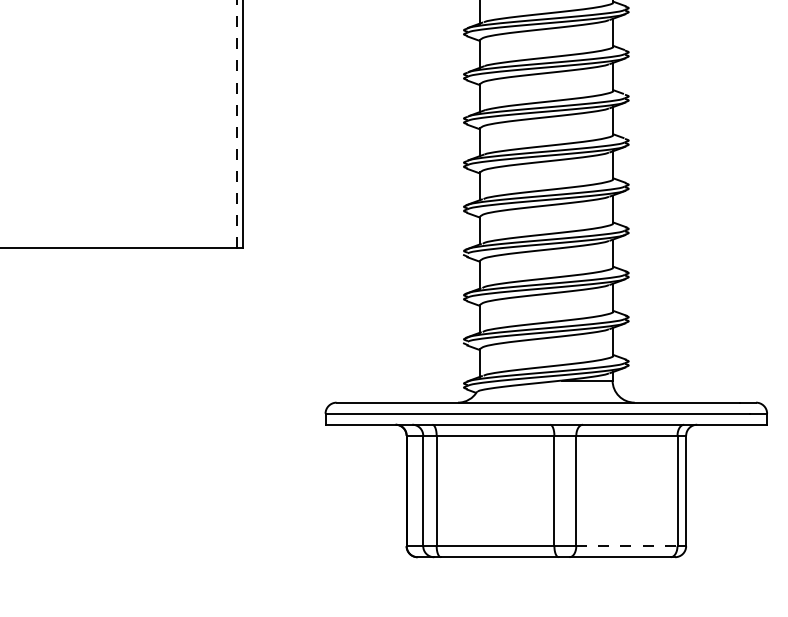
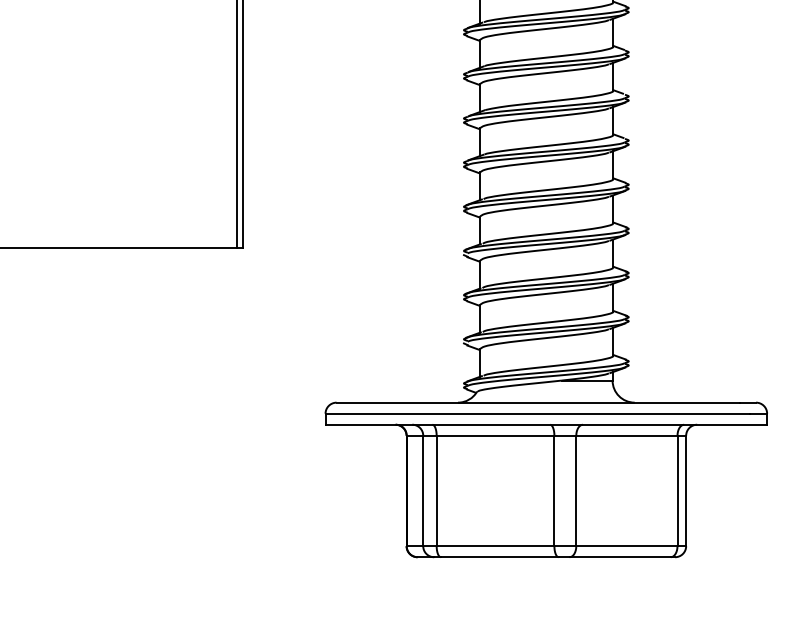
line at (237, 124): dashed -> solid
line at (626, 546): dashed -> solid
